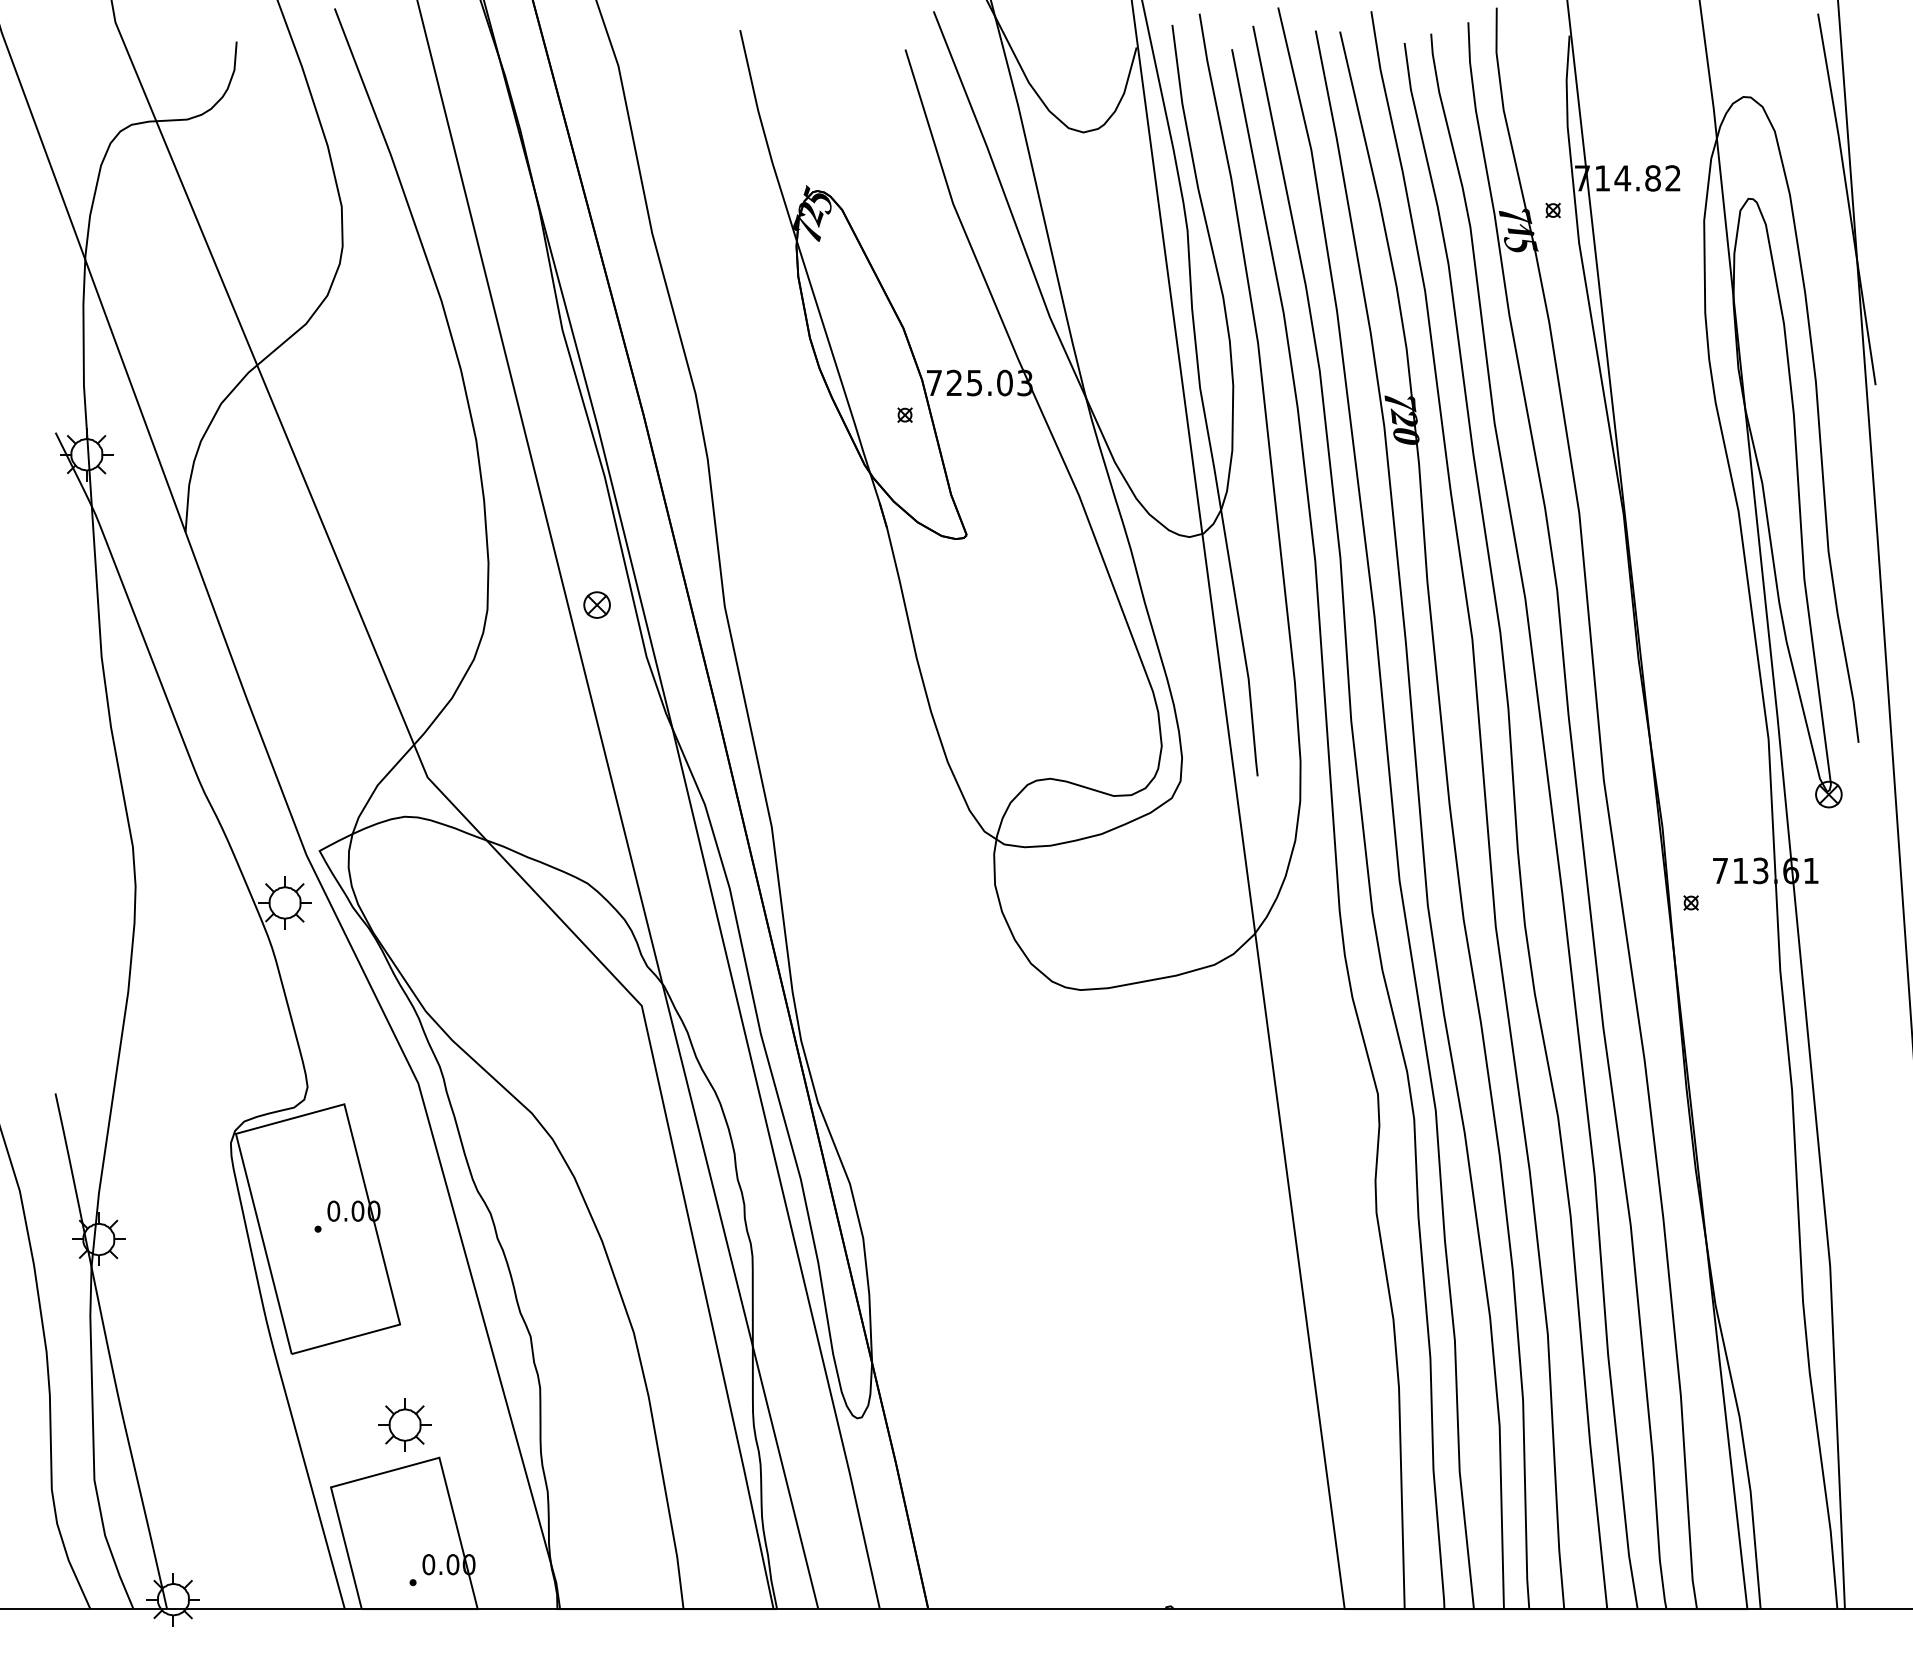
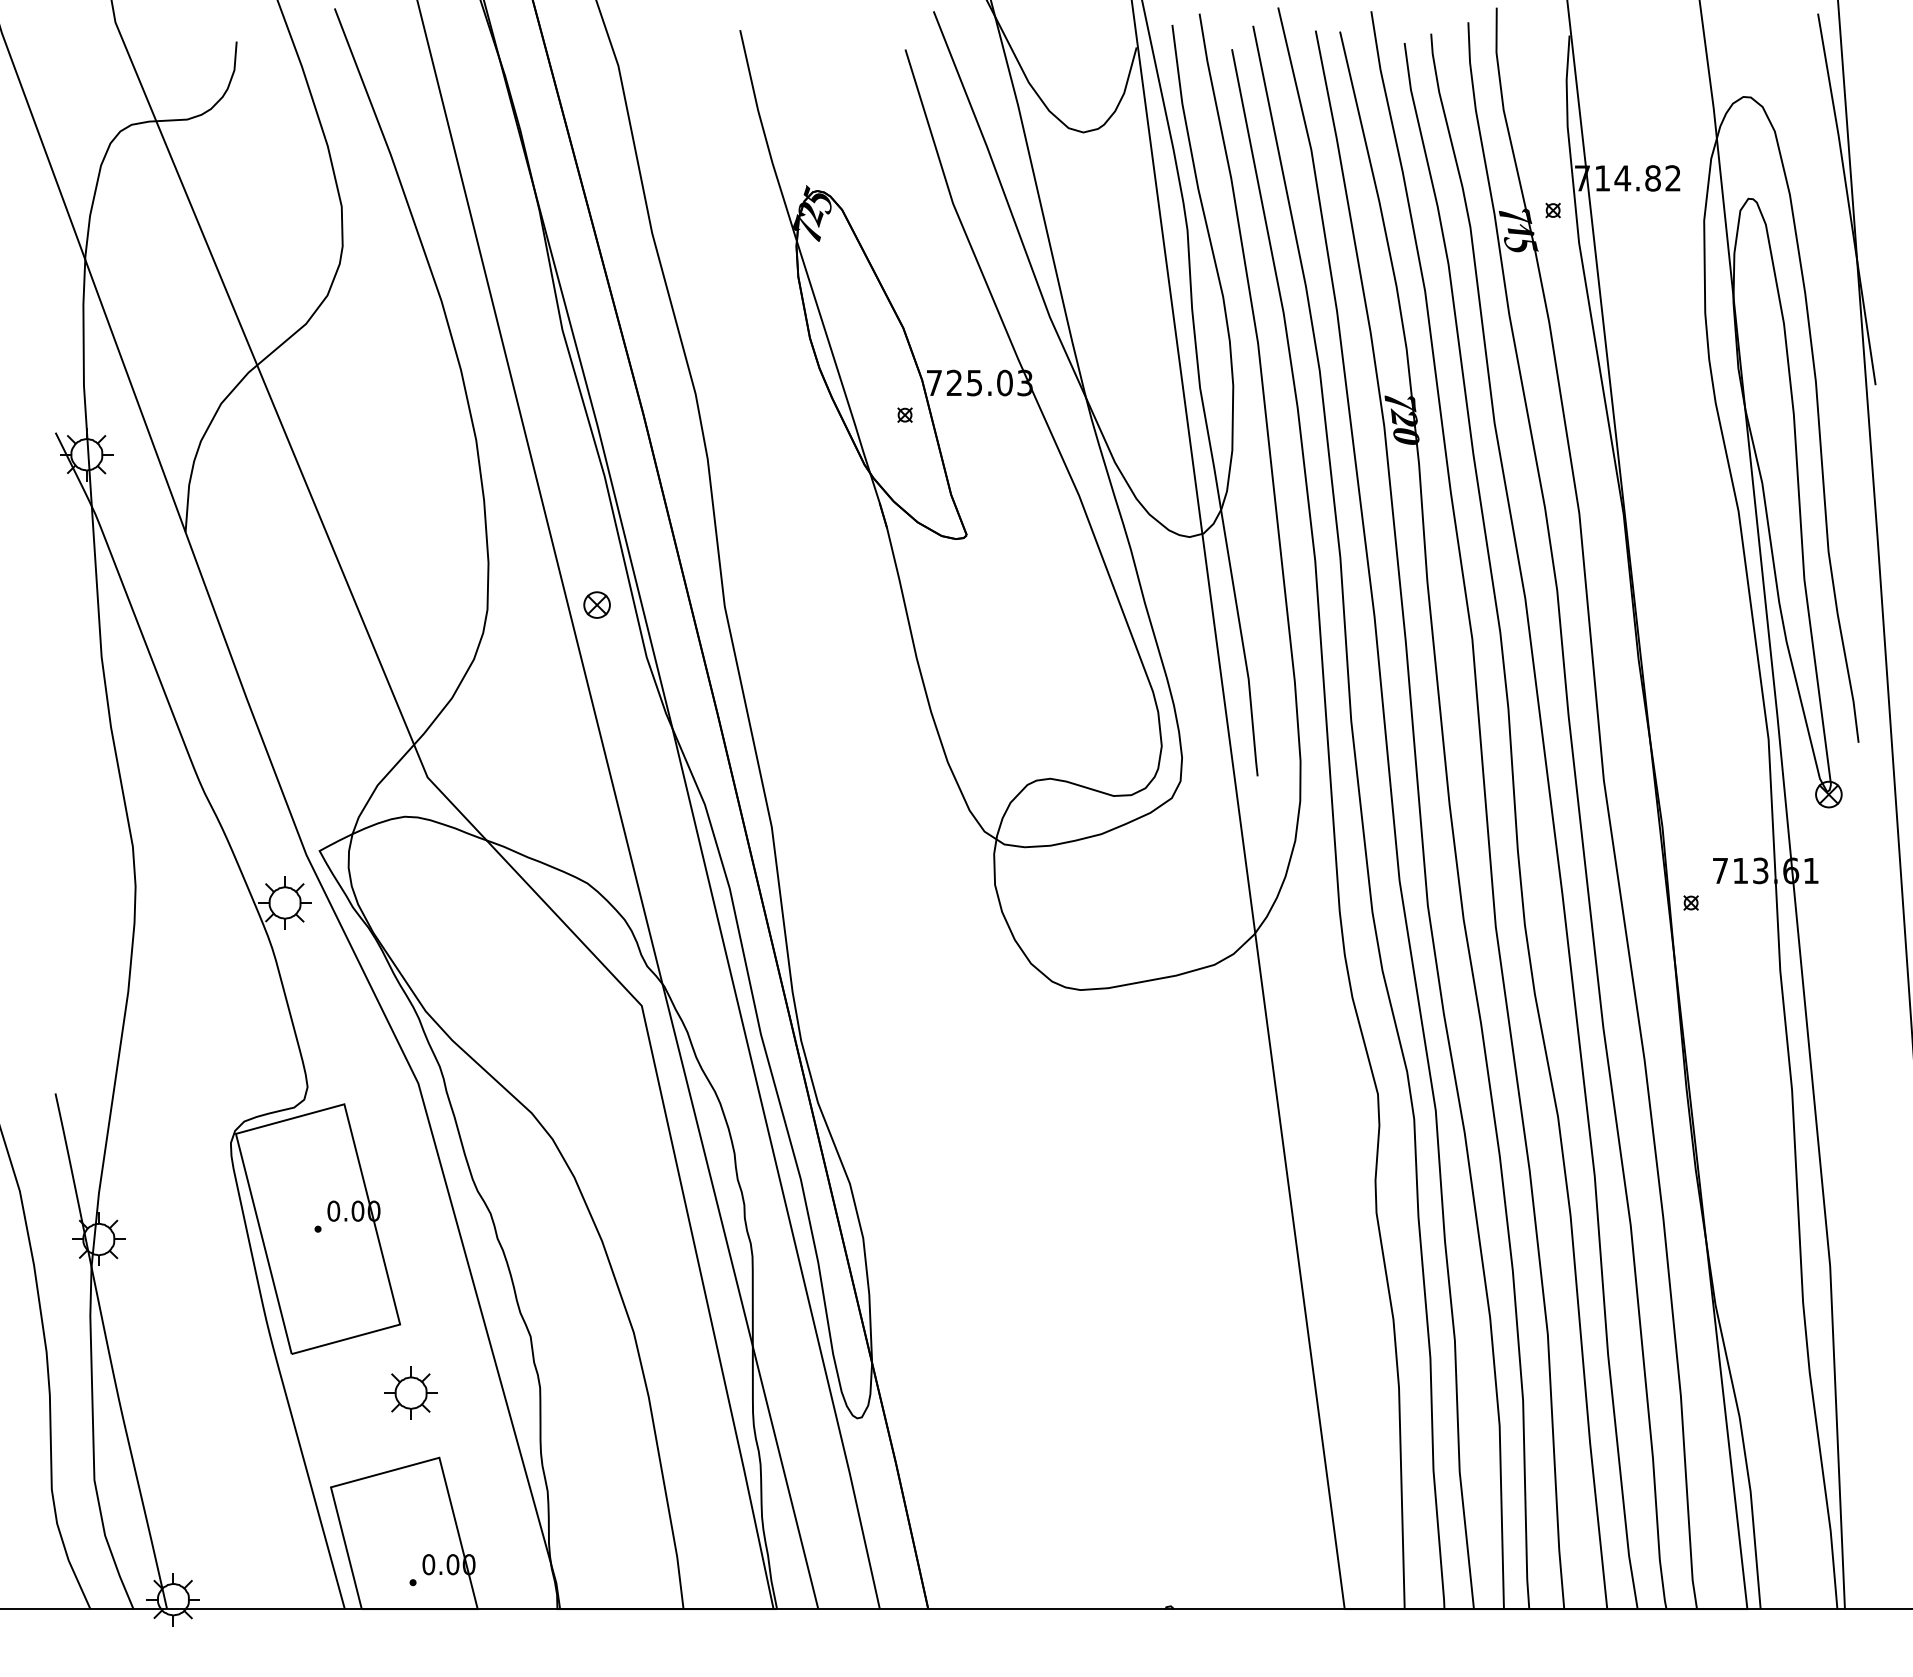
part at (404, 1424) position: (404, 1424) -> (410, 1392)
